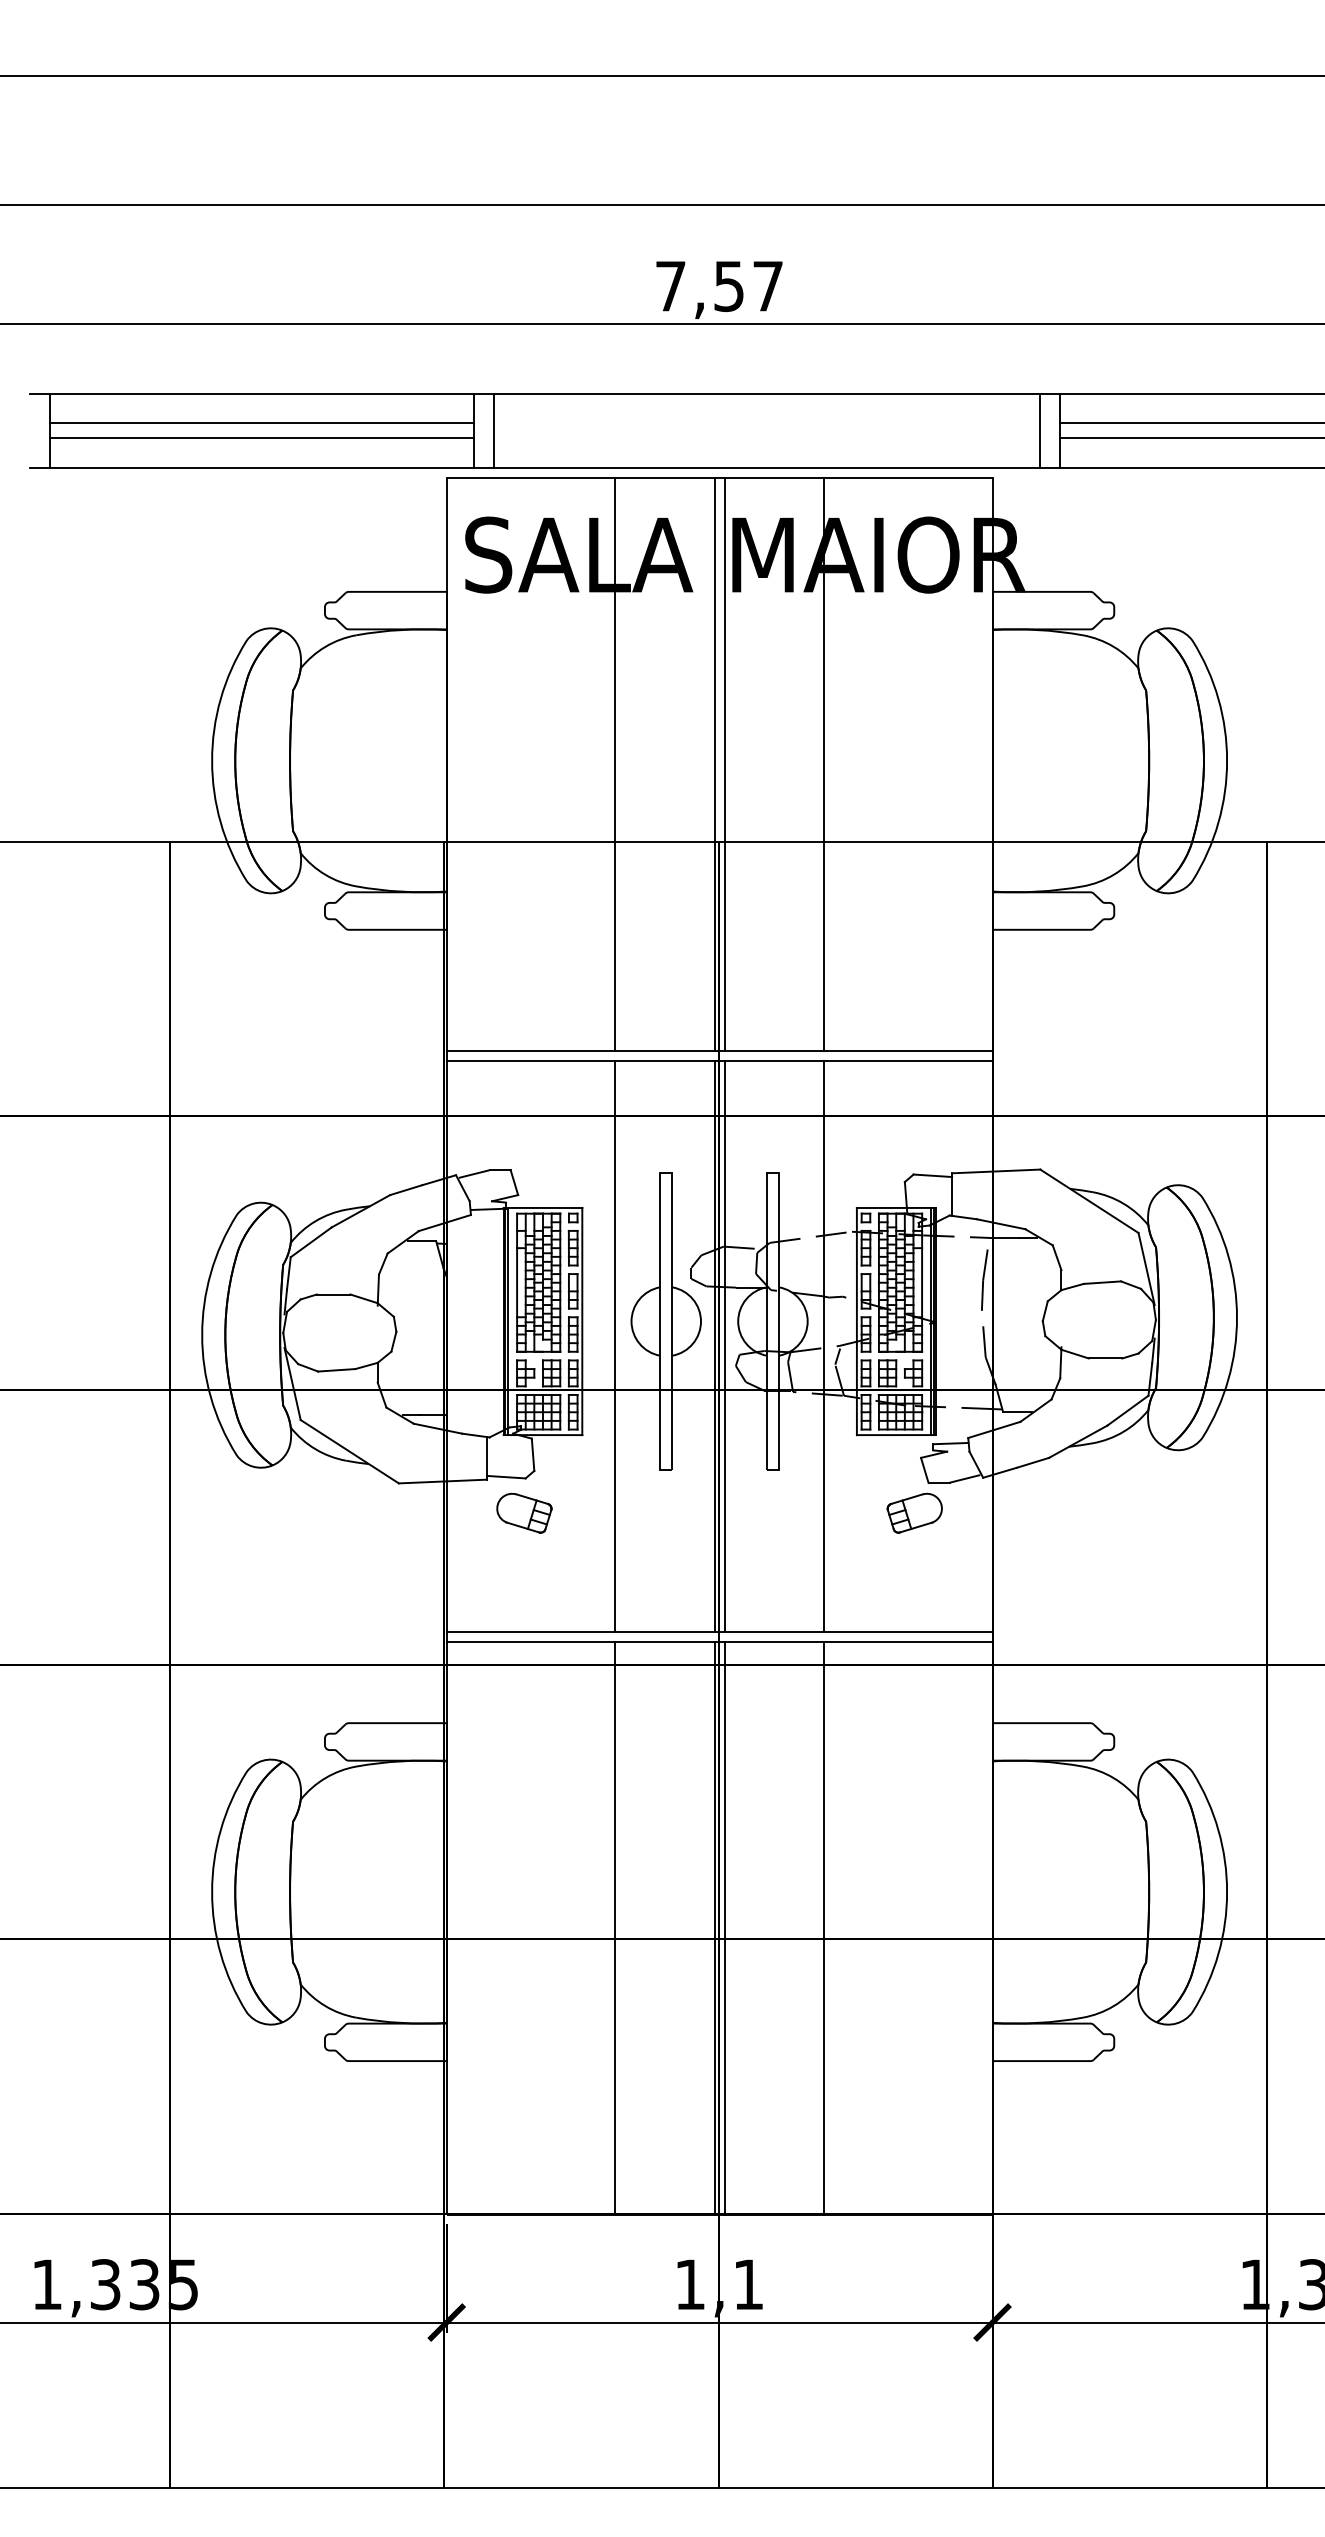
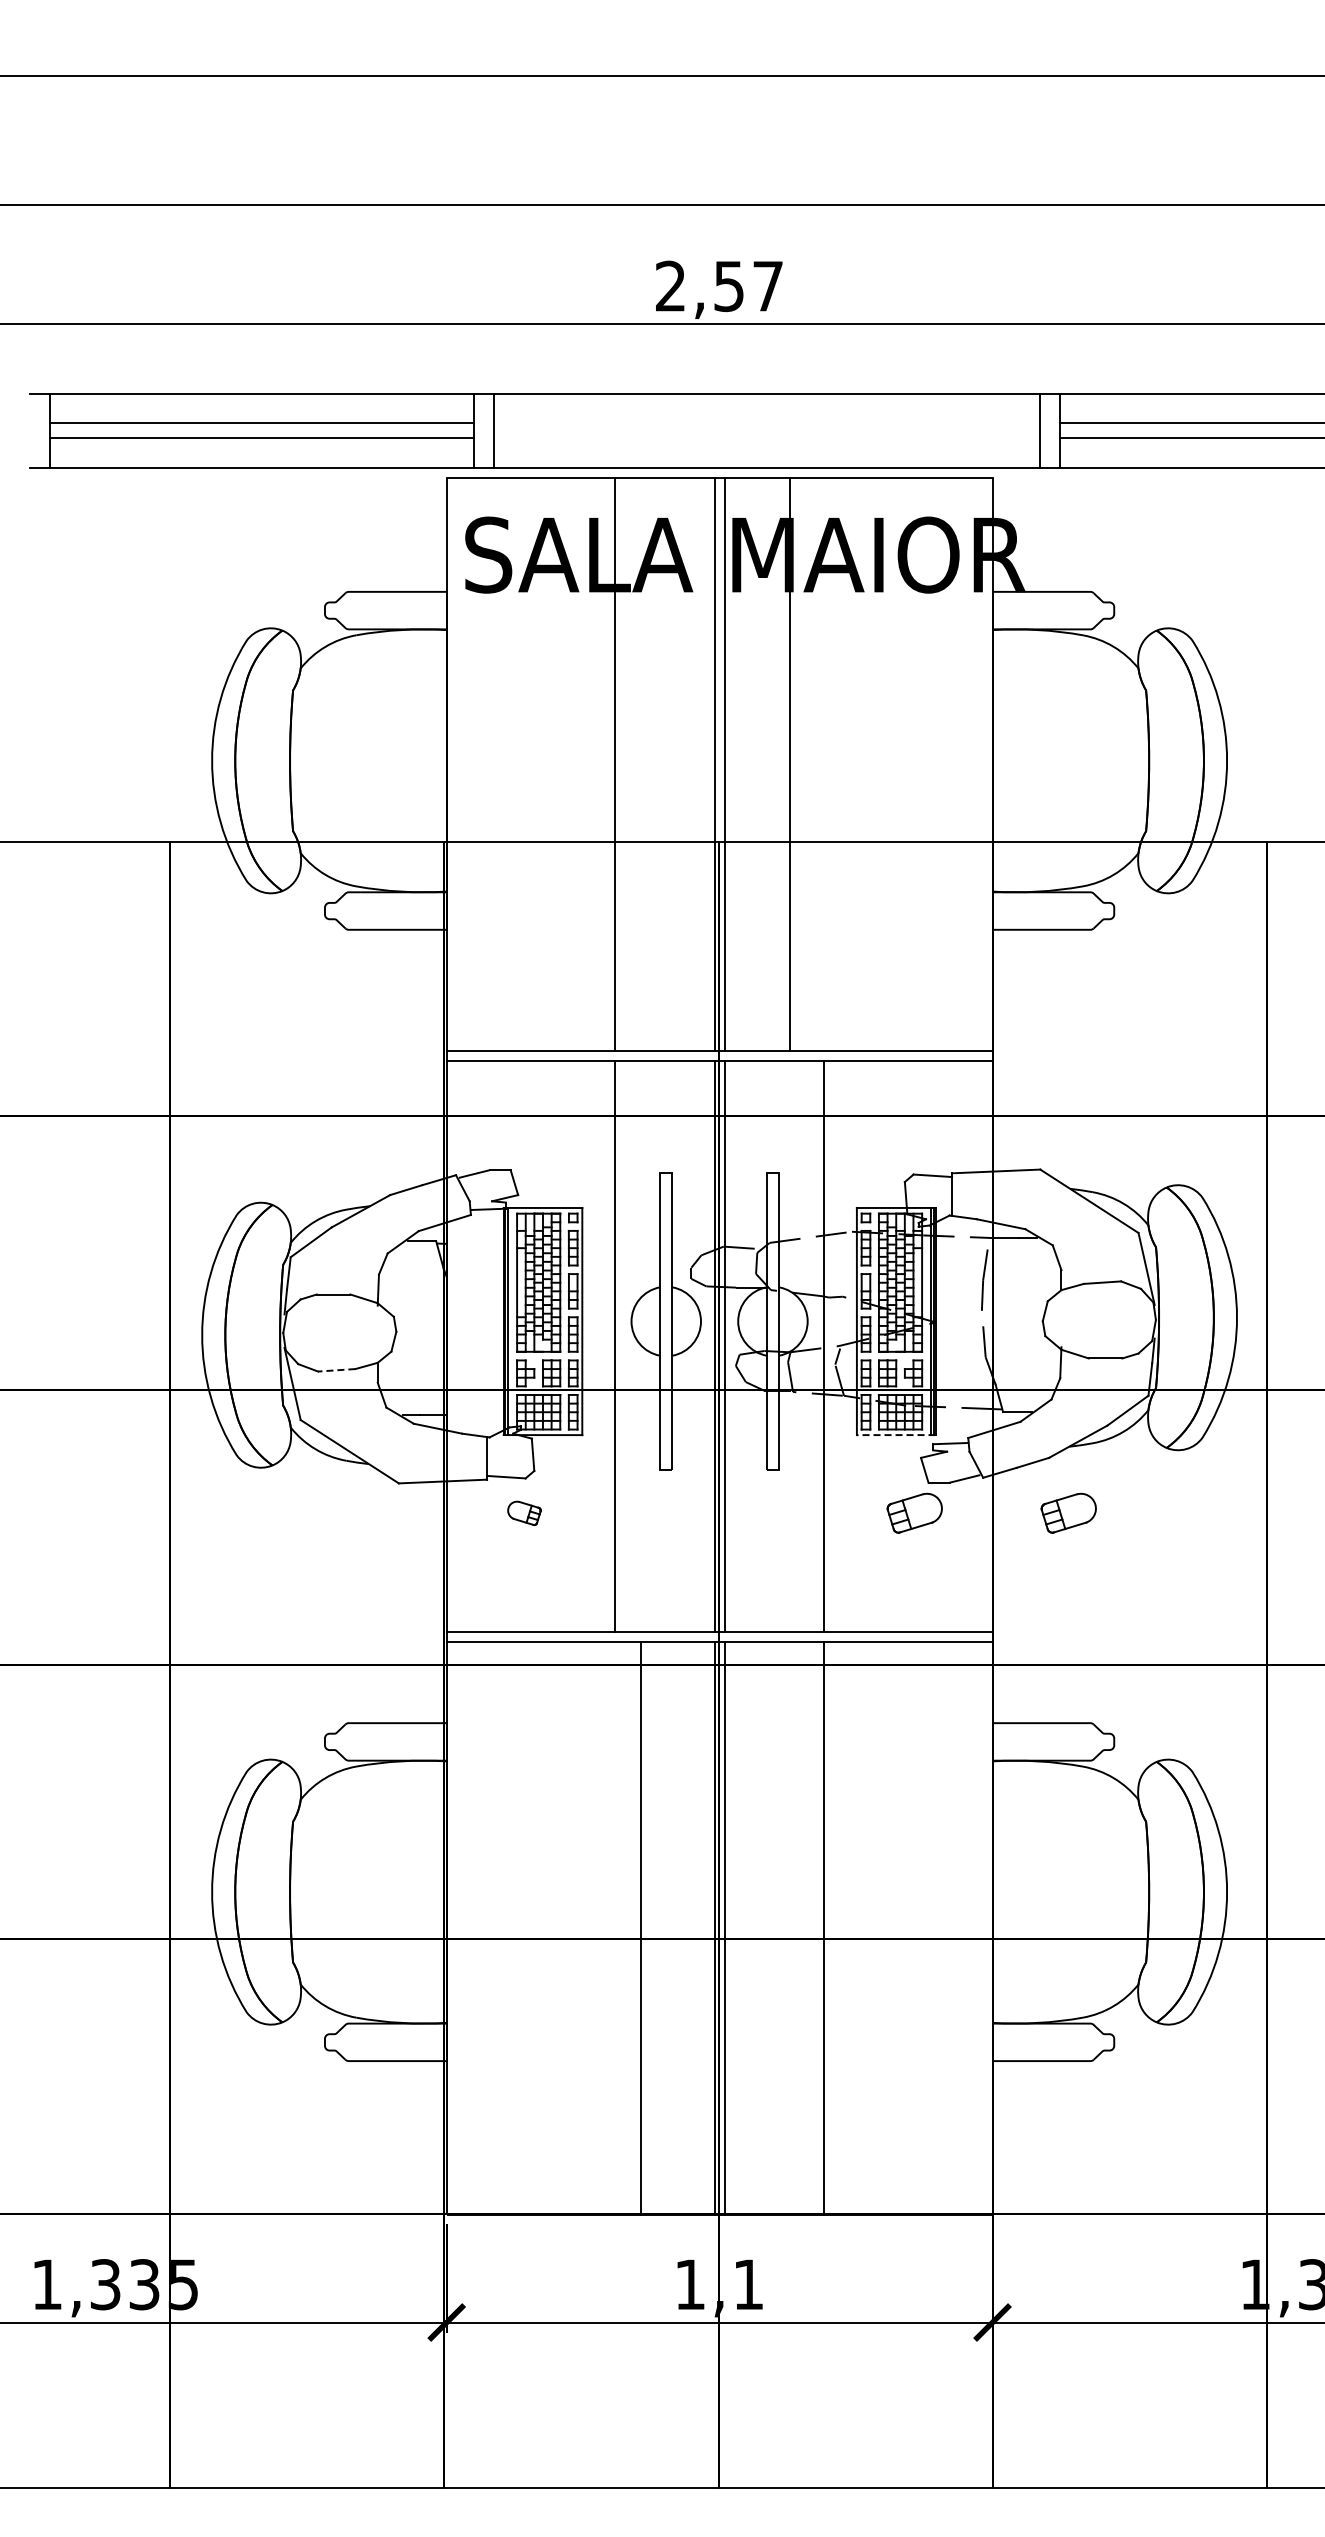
text at (670, 285): 7,57 -> 2,57
line at (823, 764) position: (823, 764) -> (789, 764)
line at (336, 1370): solid -> dashed
line at (895, 1435): solid -> dashed
part at (1068, 1512): none -> present
part at (524, 1513) size: 57x41 px -> 35x27 px
line at (615, 1927) position: (615, 1927) -> (641, 1927)
